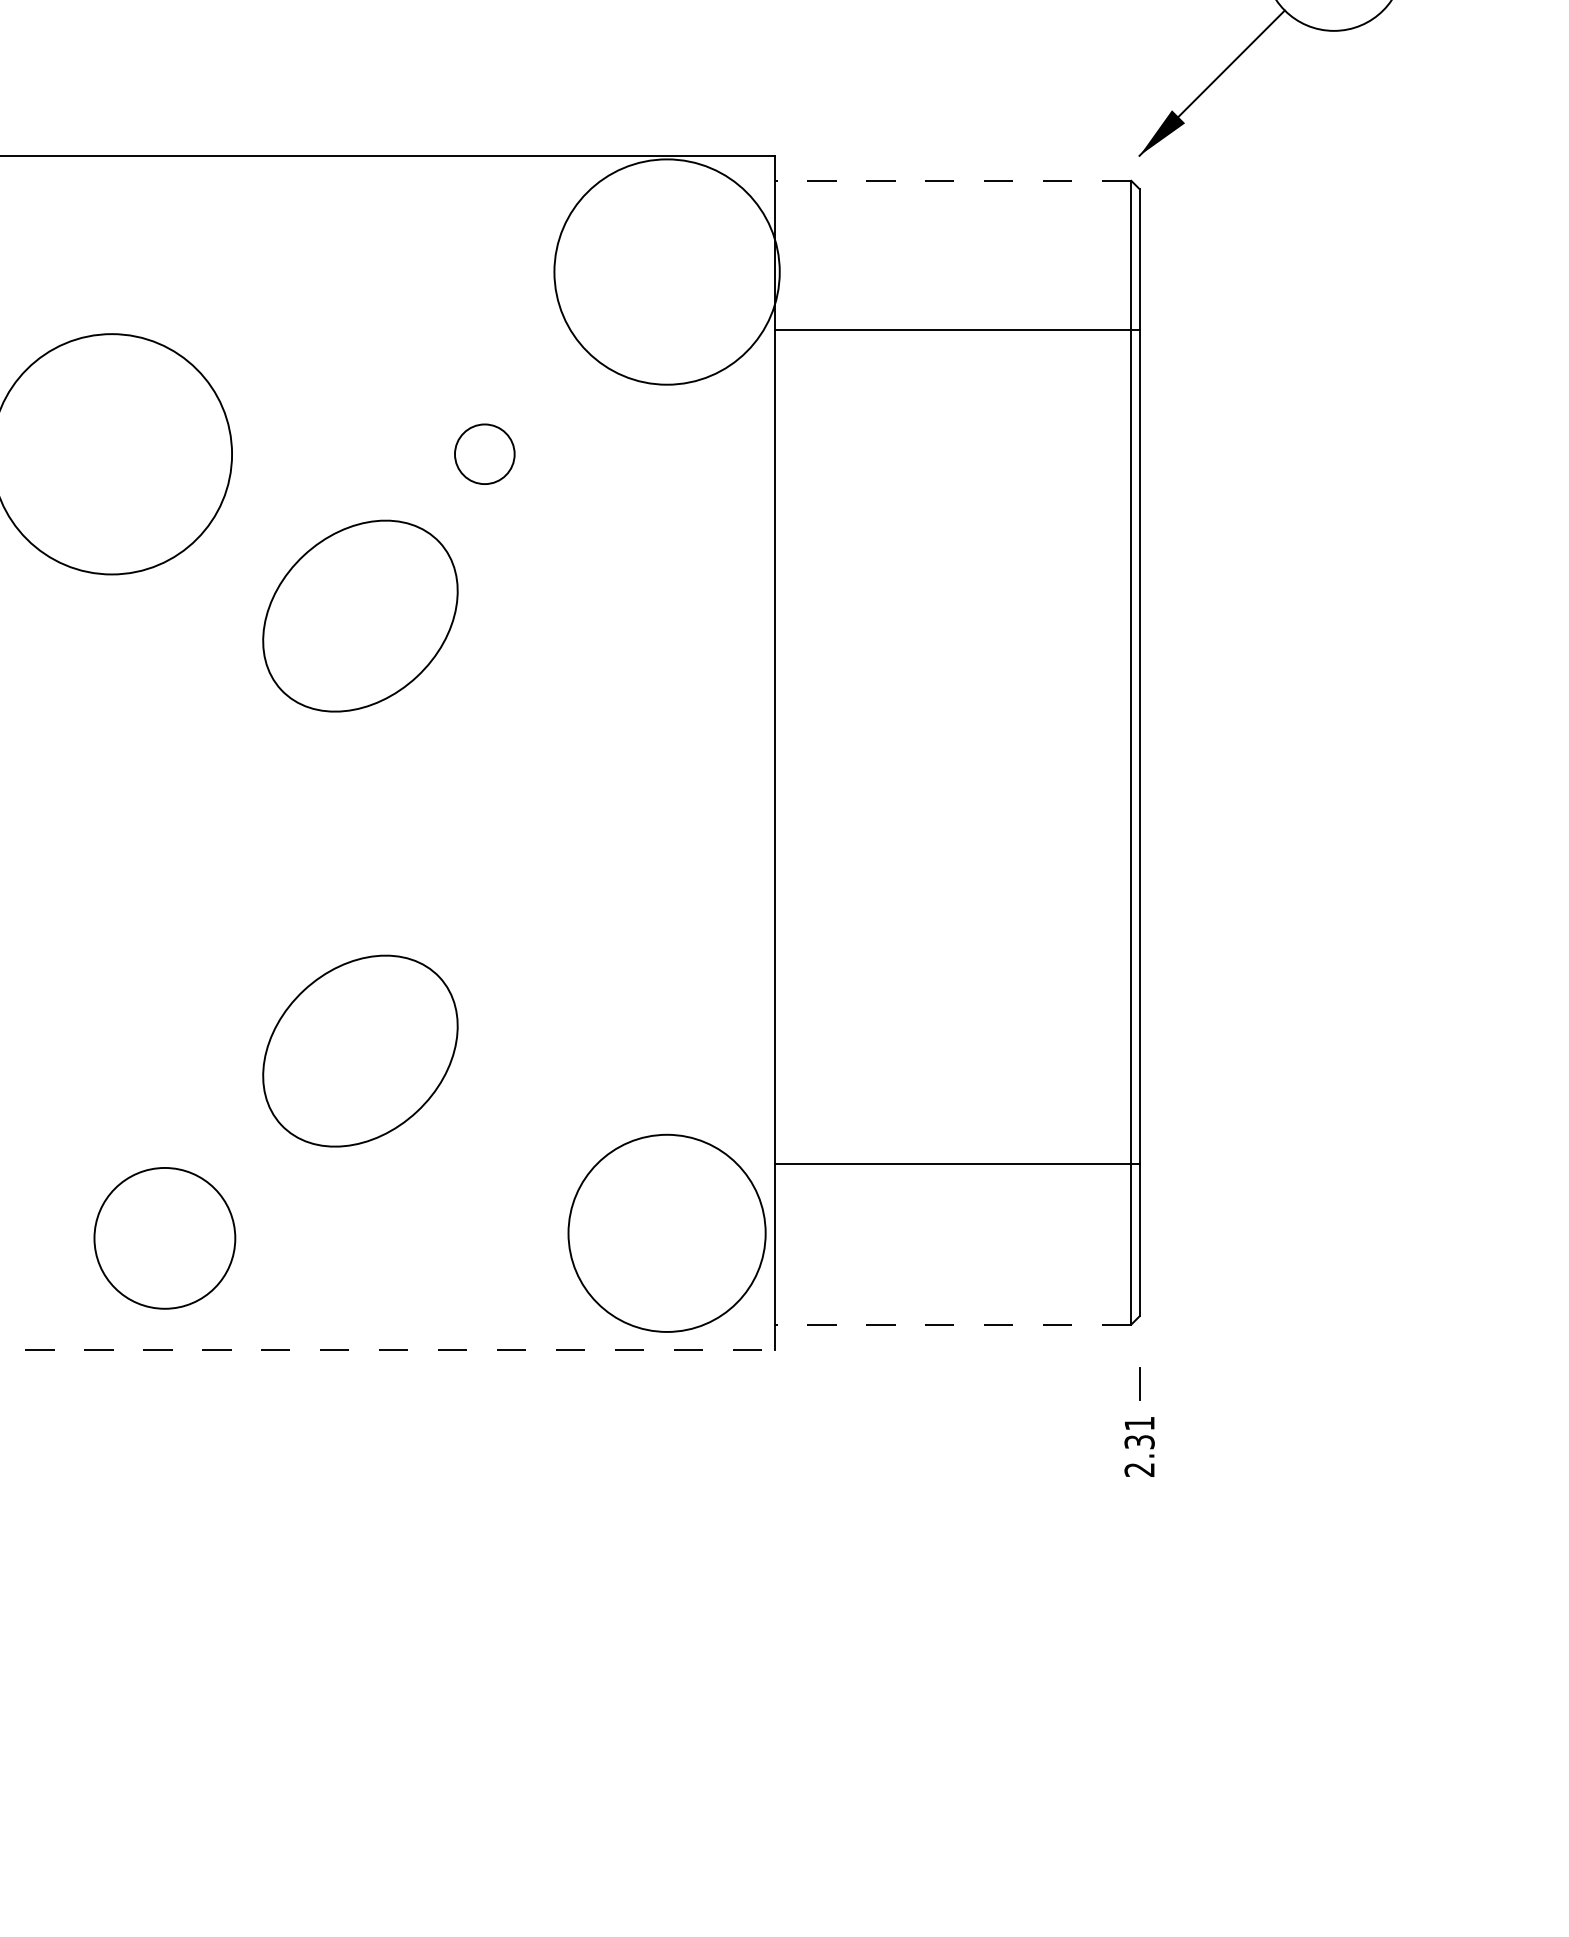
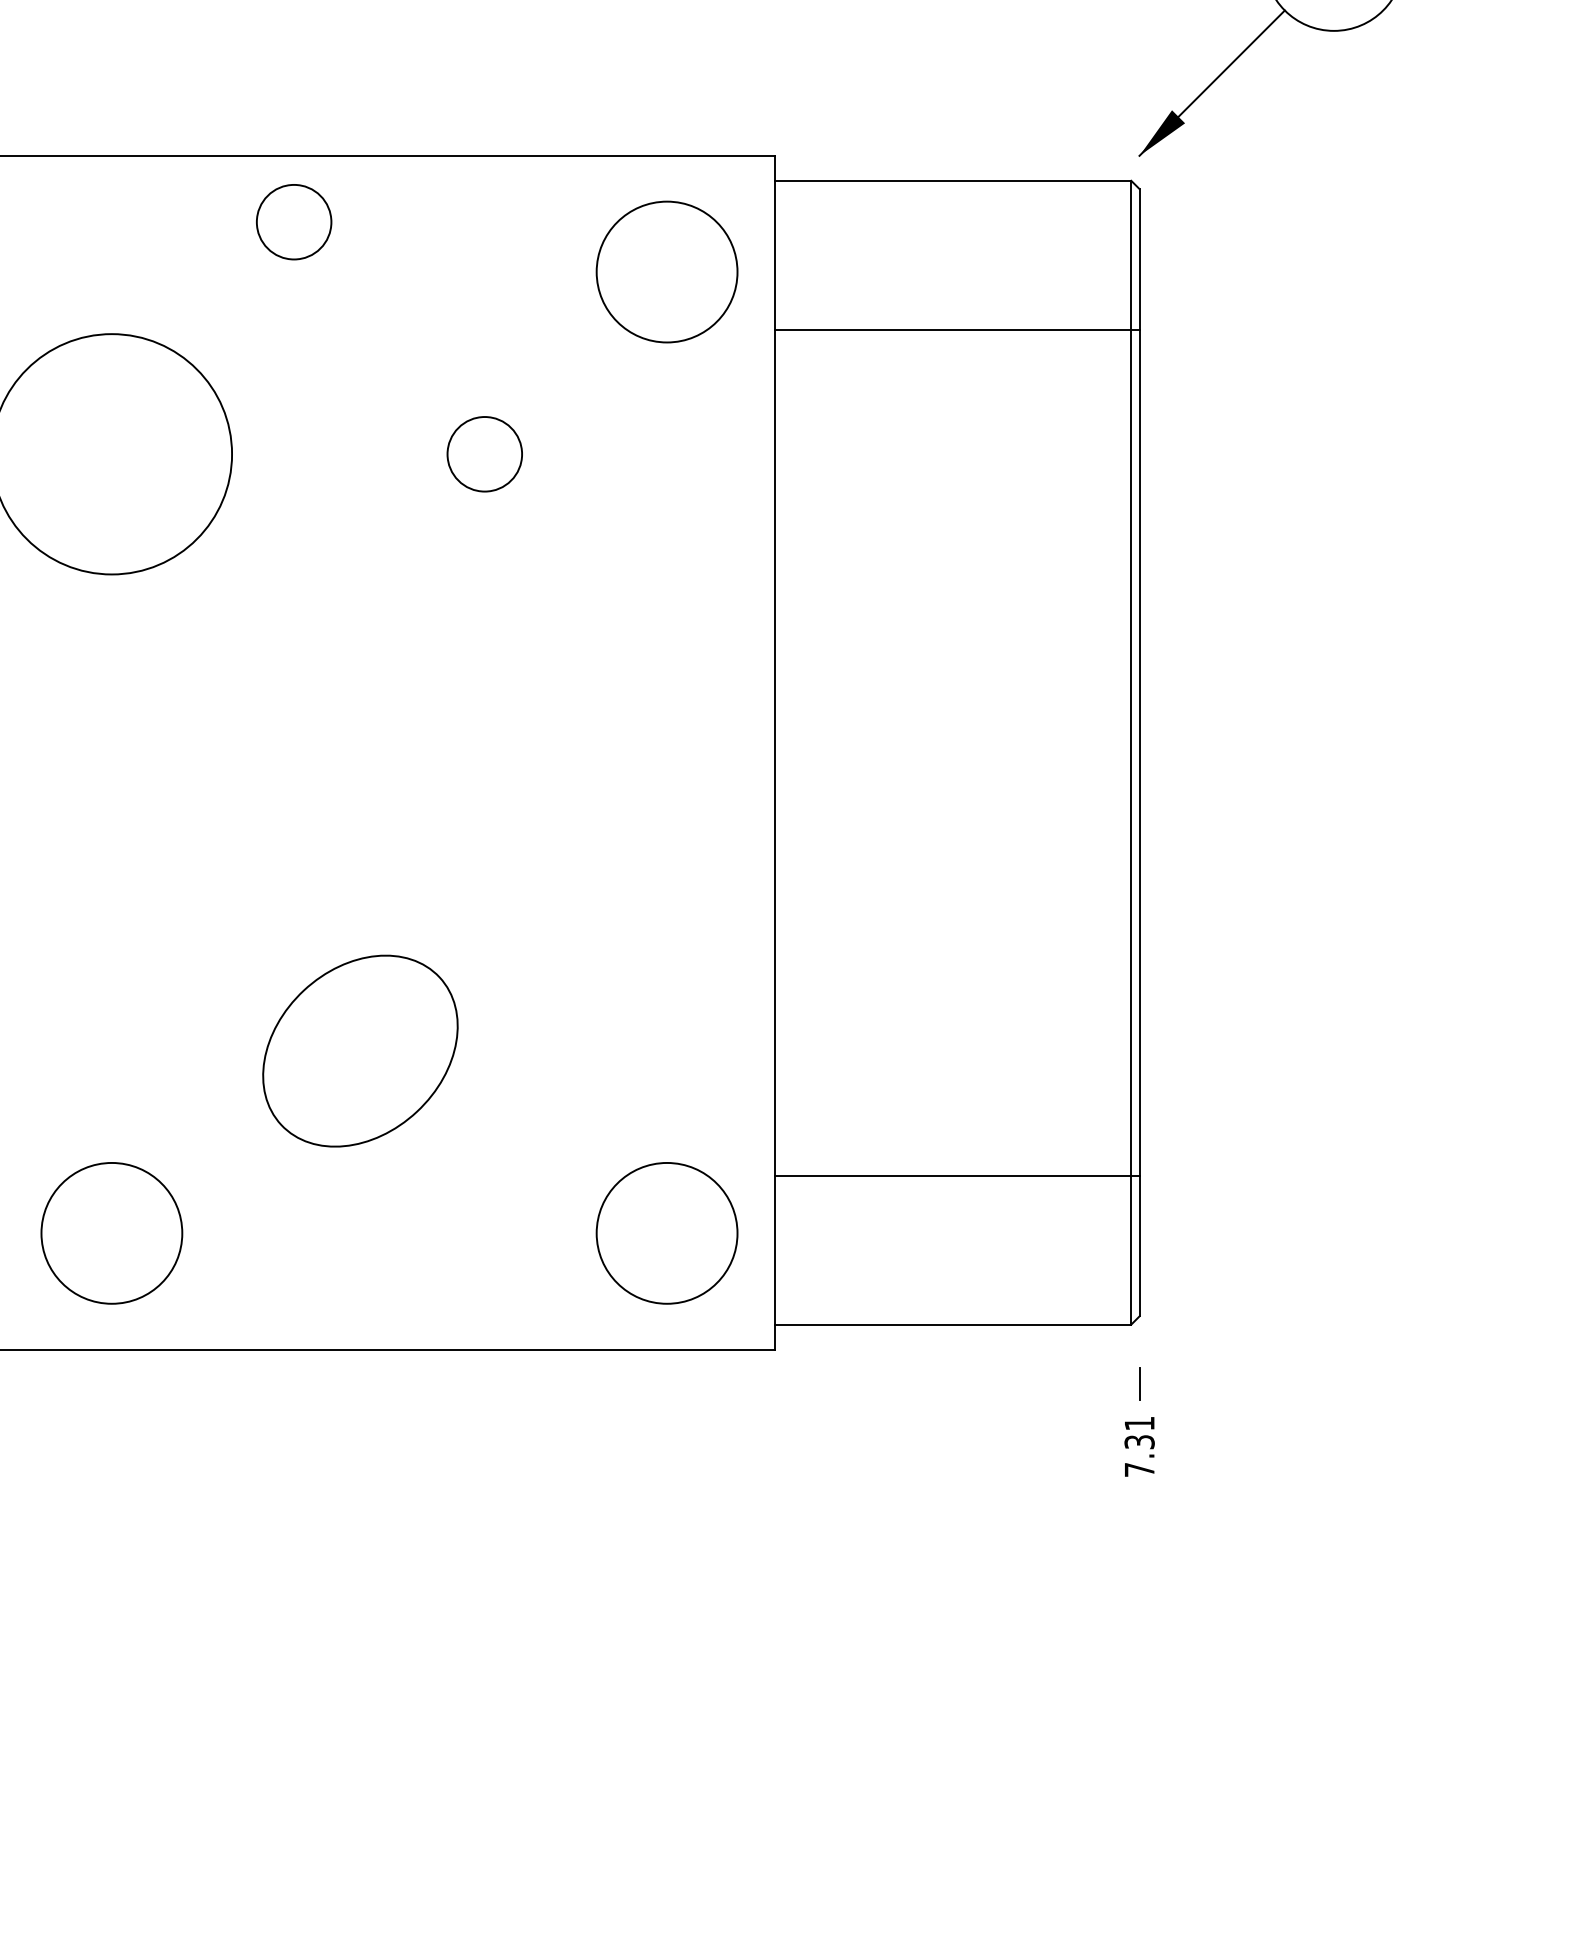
line at (952, 180): dashed -> solid
circle at (294, 222): none -> present
circle at (666, 271) diameter: 225 px -> 141 px
circle at (484, 454) diameter: 60 px -> 75 px
part at (360, 615): present -> none
line at (956, 1163) position: (956, 1163) -> (956, 1175)
circle at (666, 1232) diameter: 197 px -> 141 px
circle at (164, 1238) position: (164, 1238) -> (111, 1233)
line at (952, 1324): dashed -> solid
line at (387, 1349): dashed -> solid
text at (1139, 1469): 2.31 -> 7.31
